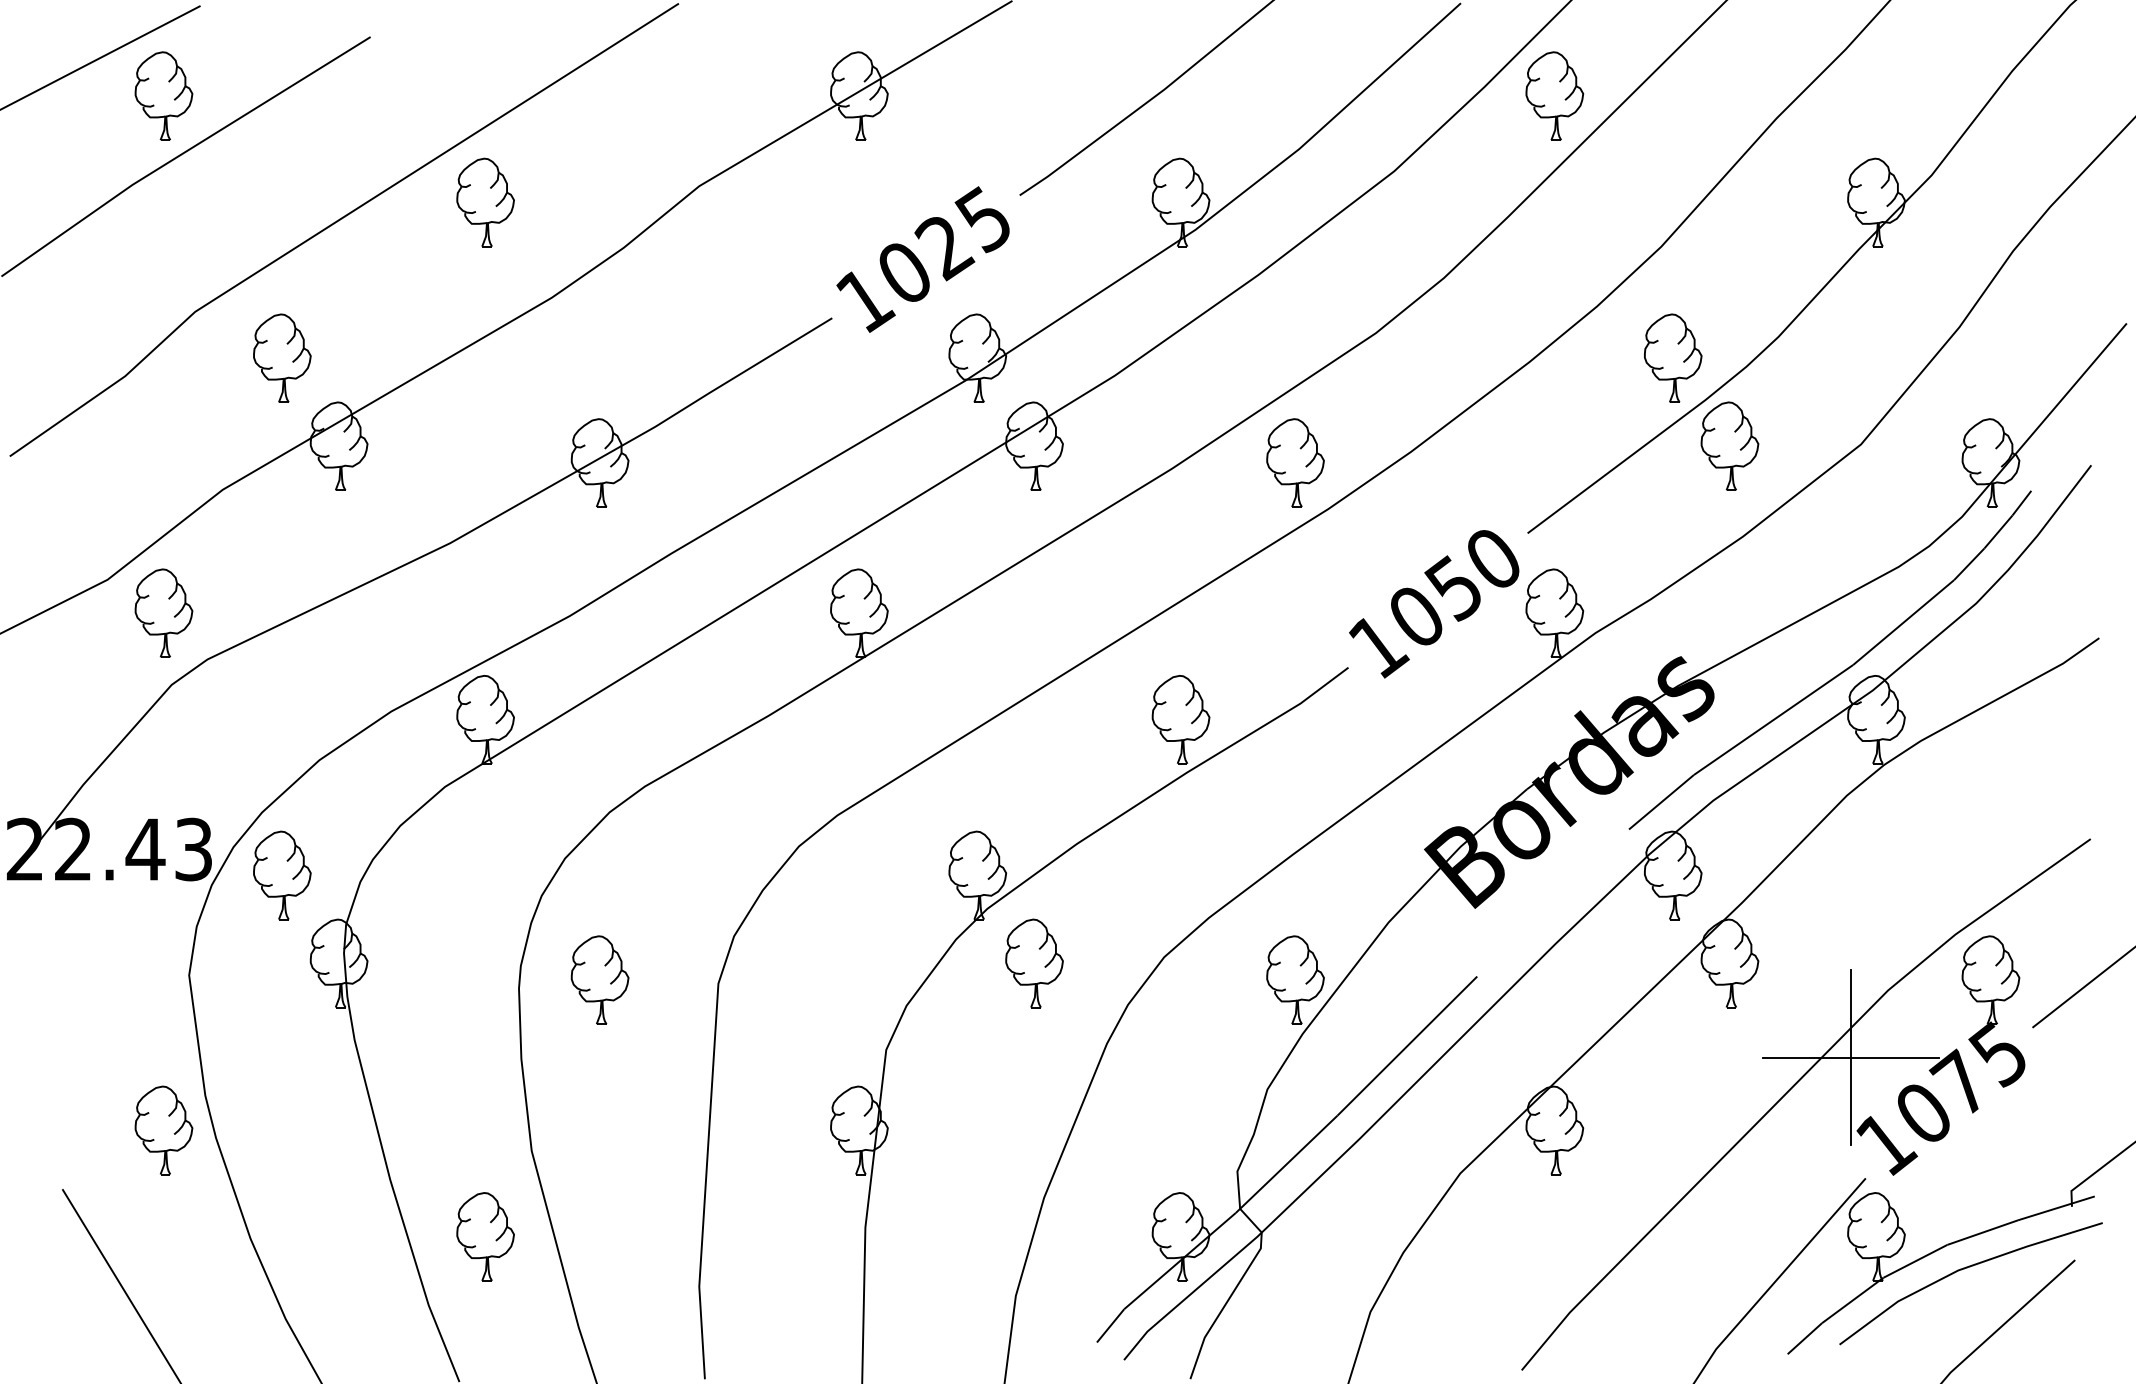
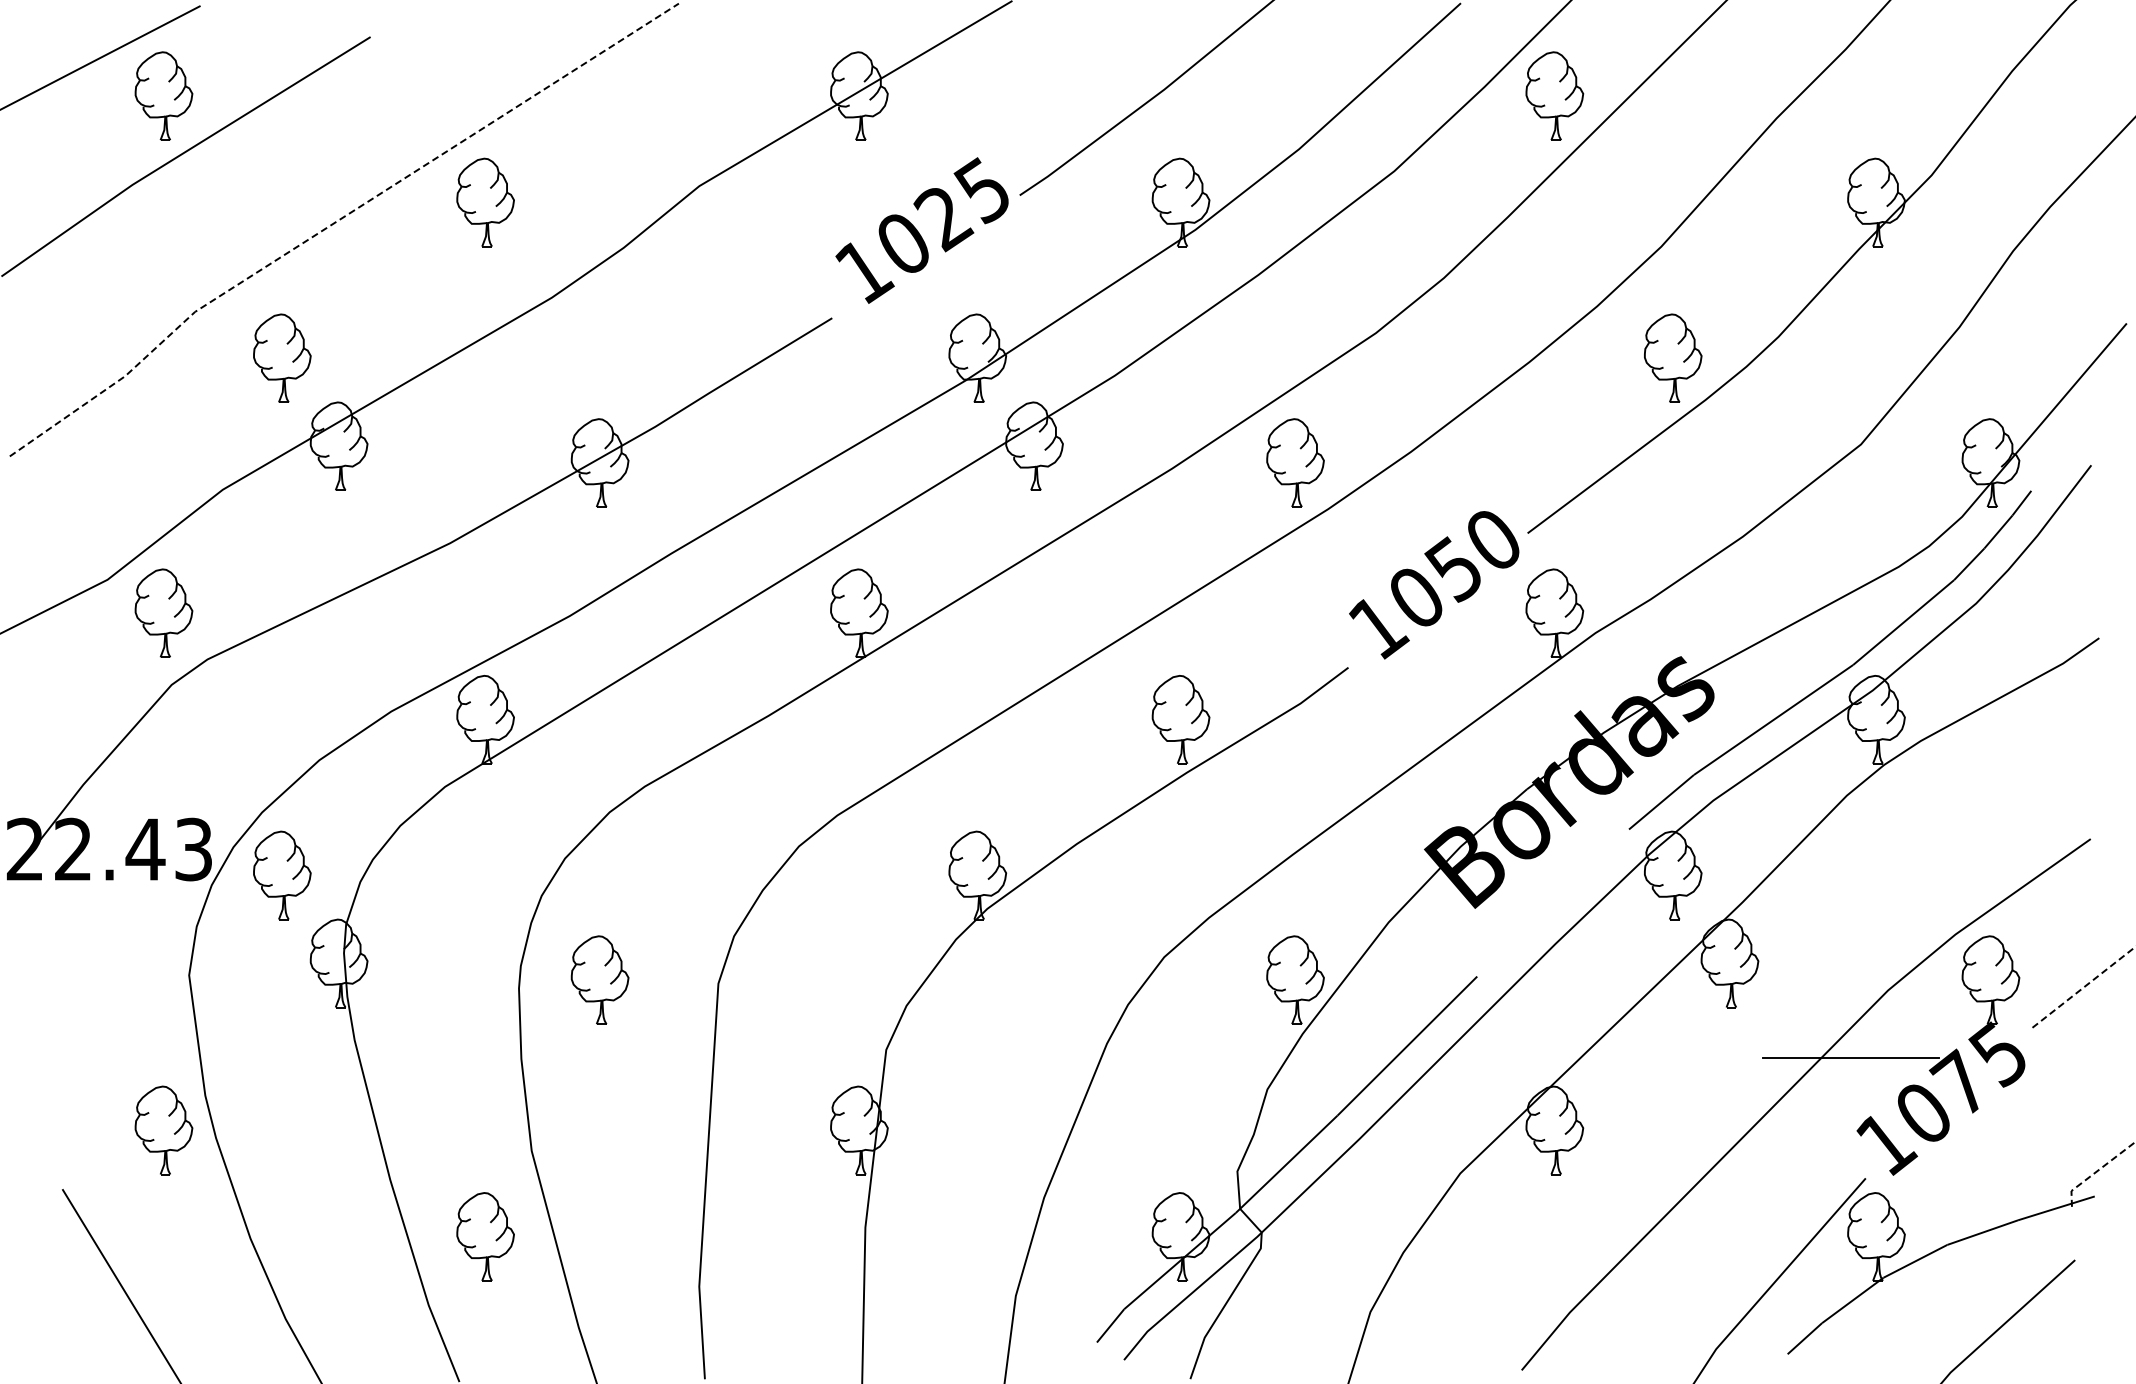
line at (336, 221): solid -> dashed
text at (922, 259) position: (922, 259) -> (921, 230)
part at (1729, 445): present -> none
text at (1434, 604) position: (1434, 604) -> (1434, 585)
part at (1034, 963): present -> none
line at (2084, 987): solid -> dashed
line at (1850, 1057): present -> none
line at (2096, 1171): solid -> dashed
line at (1964, 1269): present -> none
